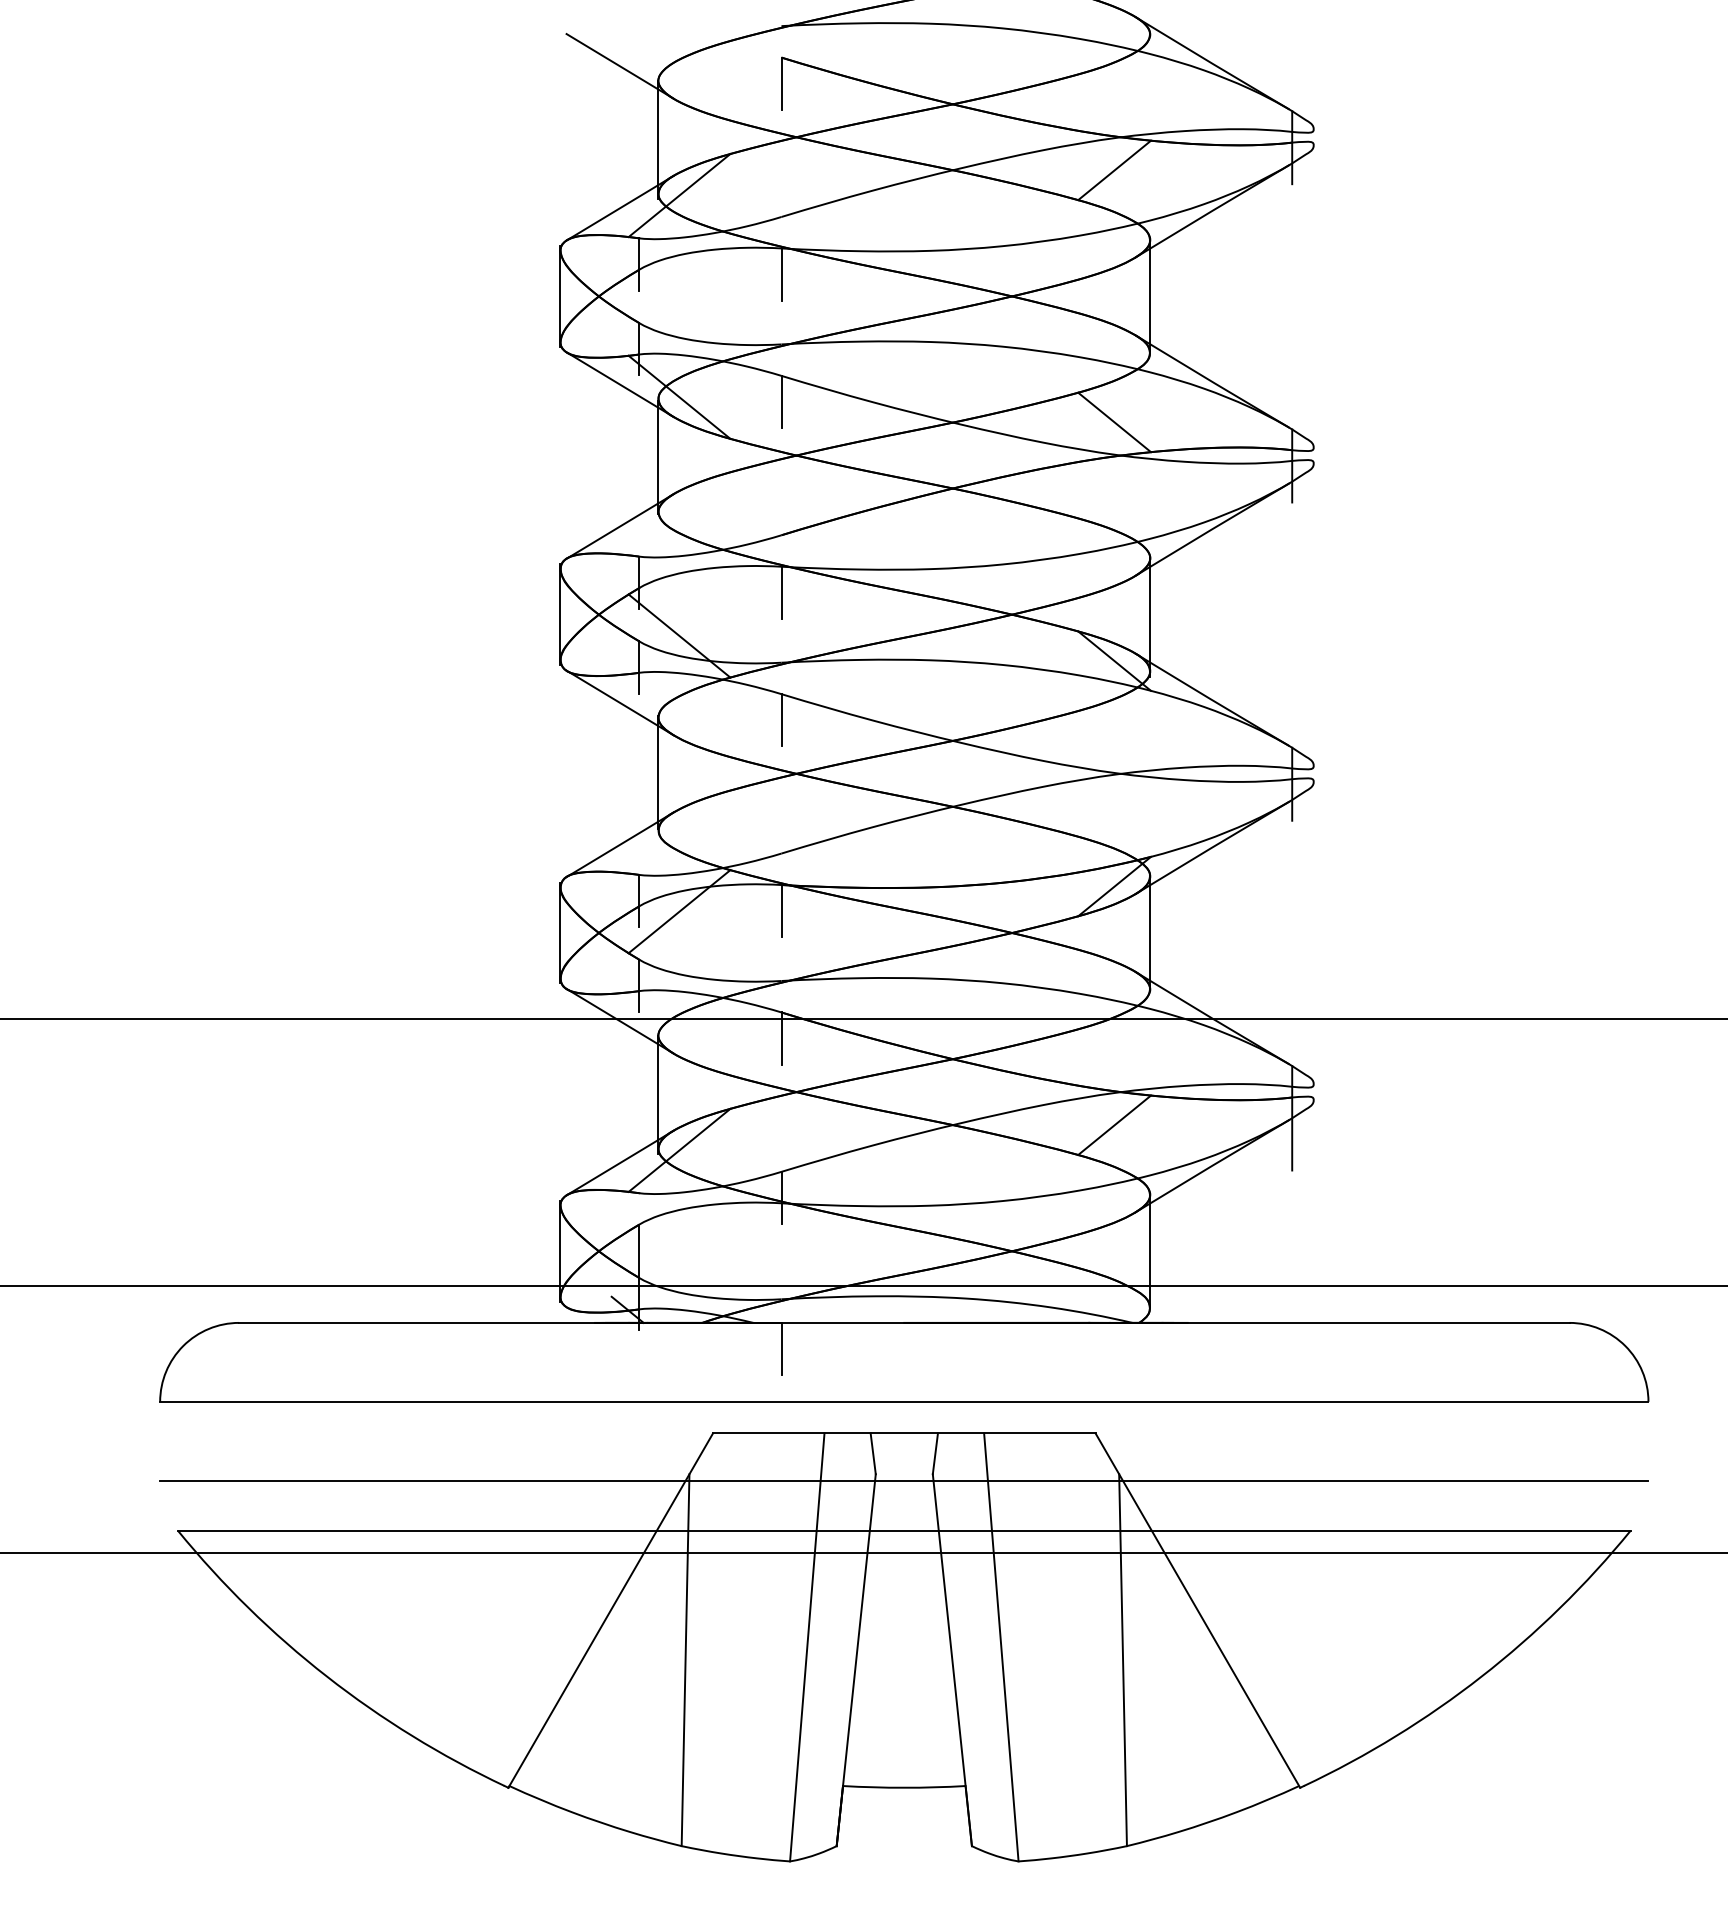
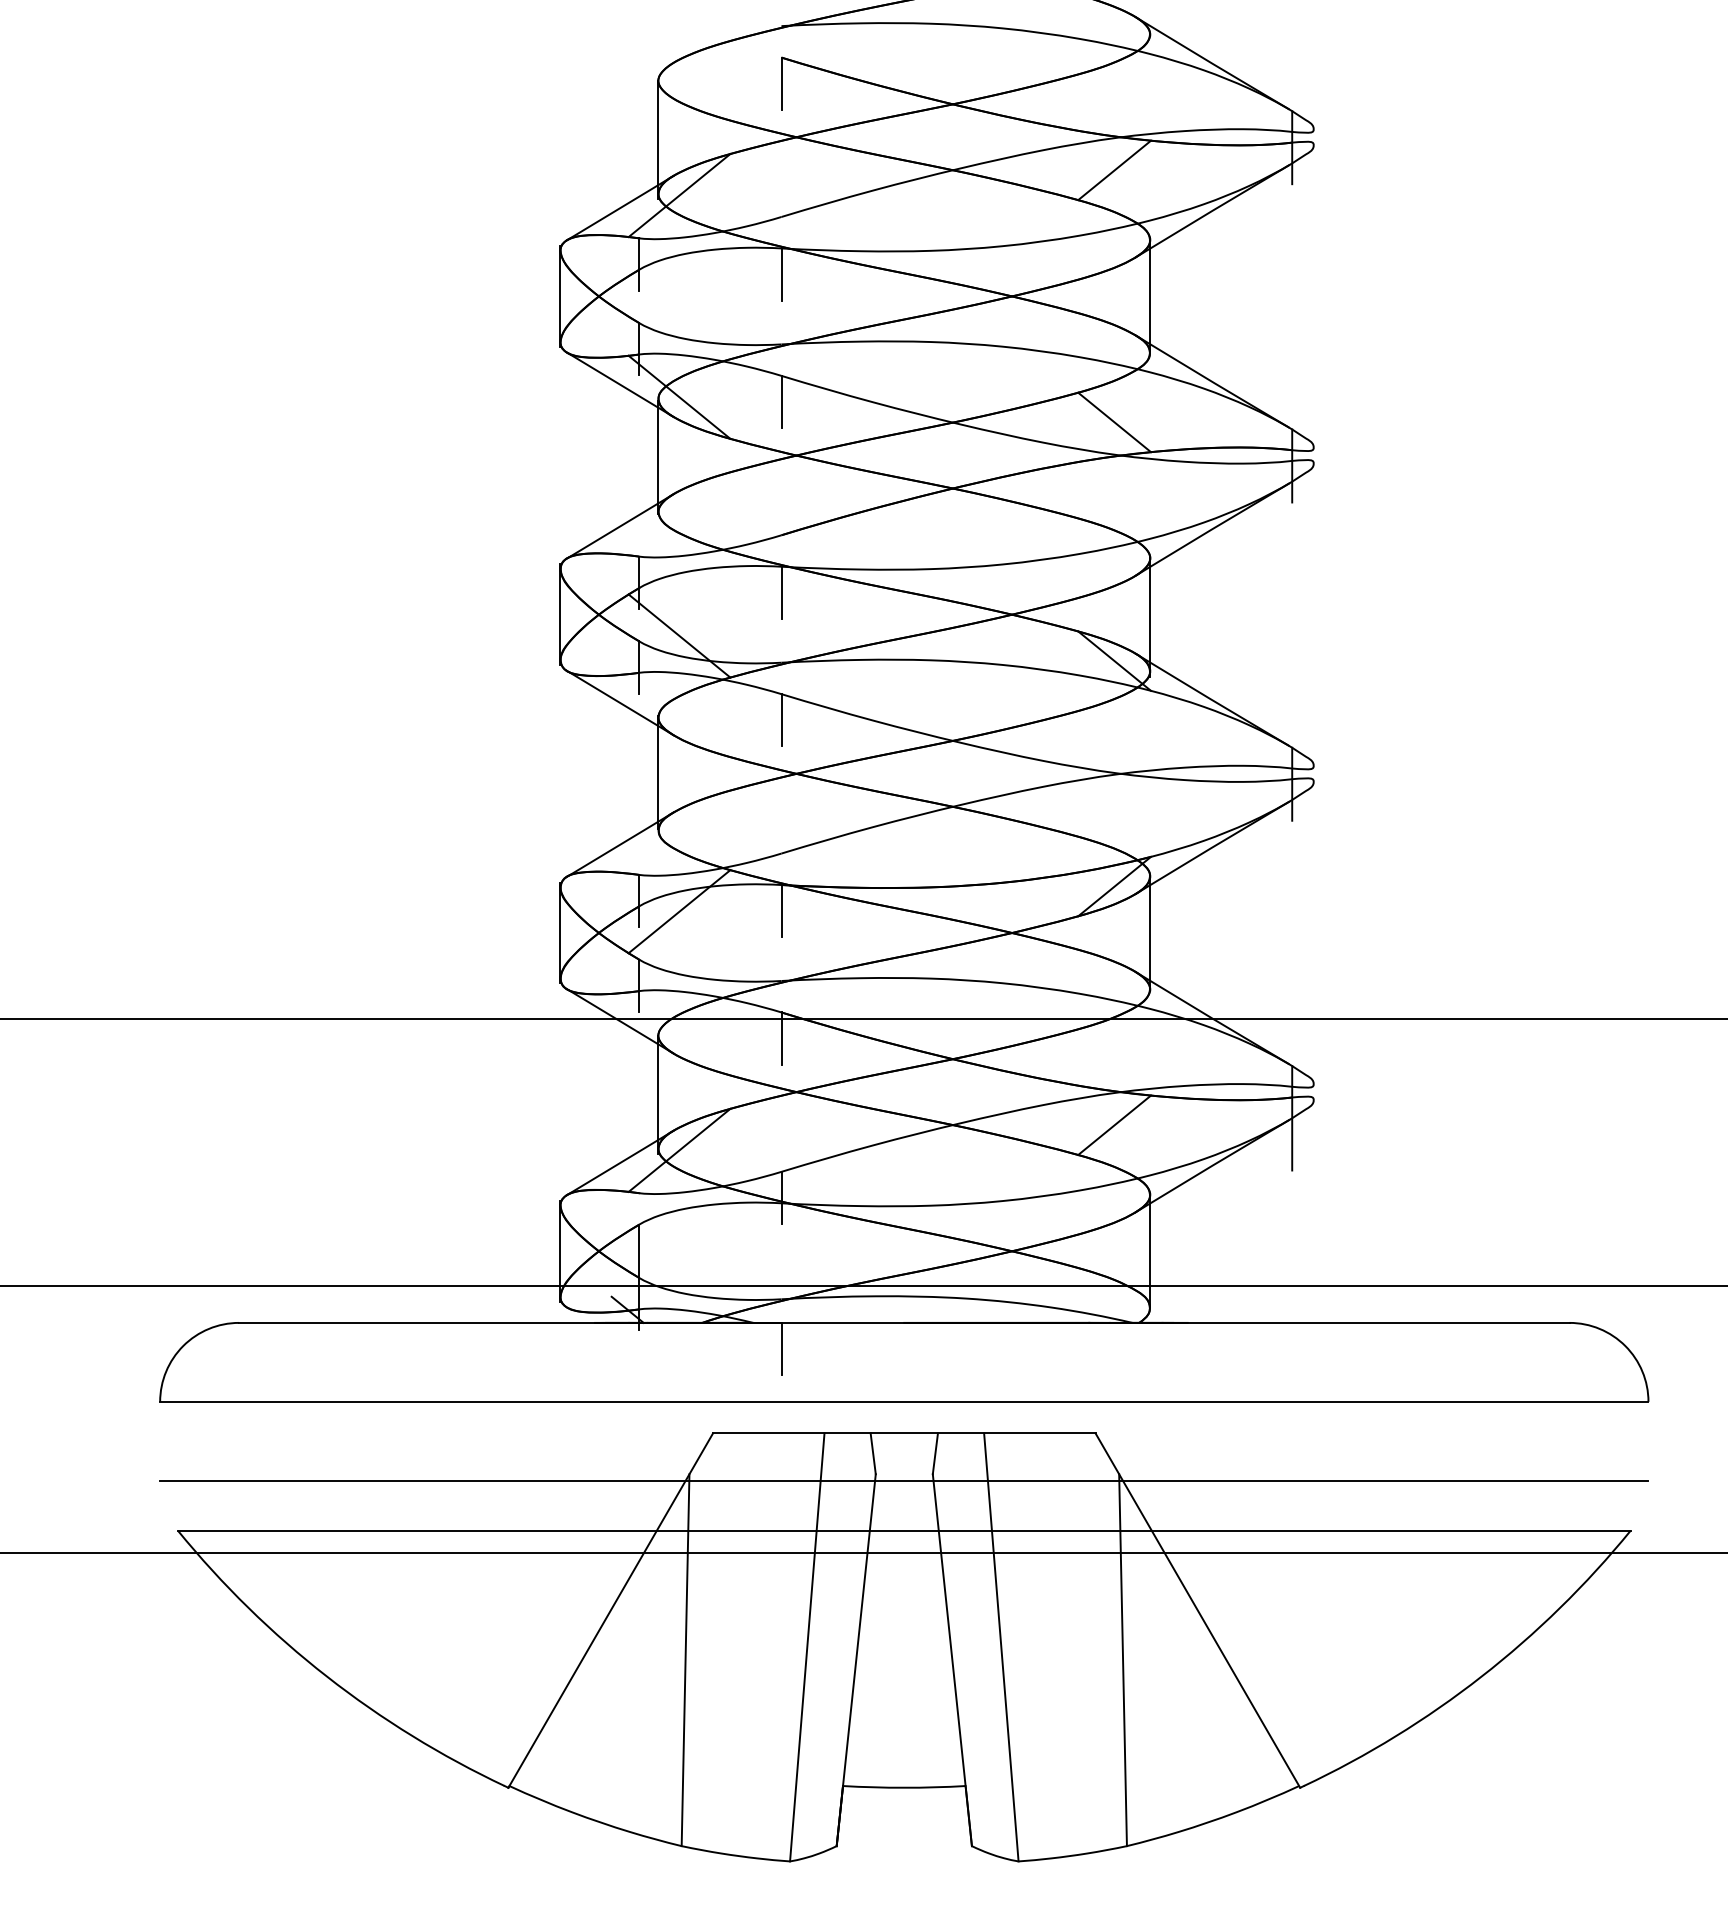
line at (619, 66): present -> none
